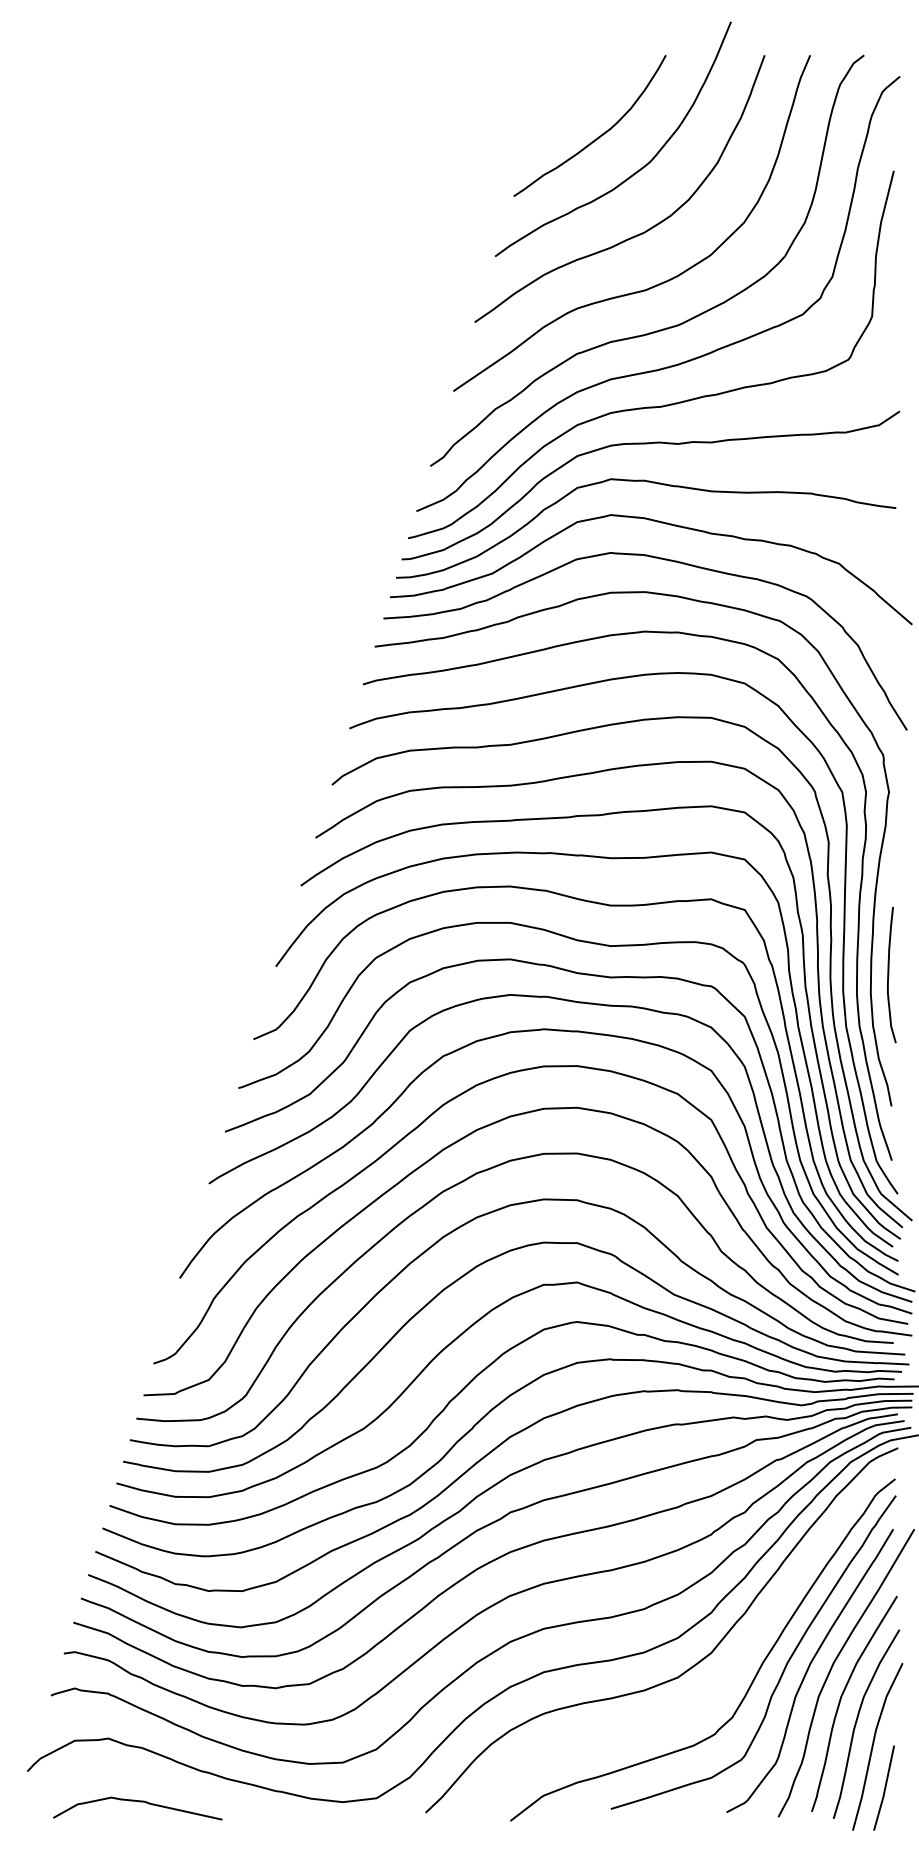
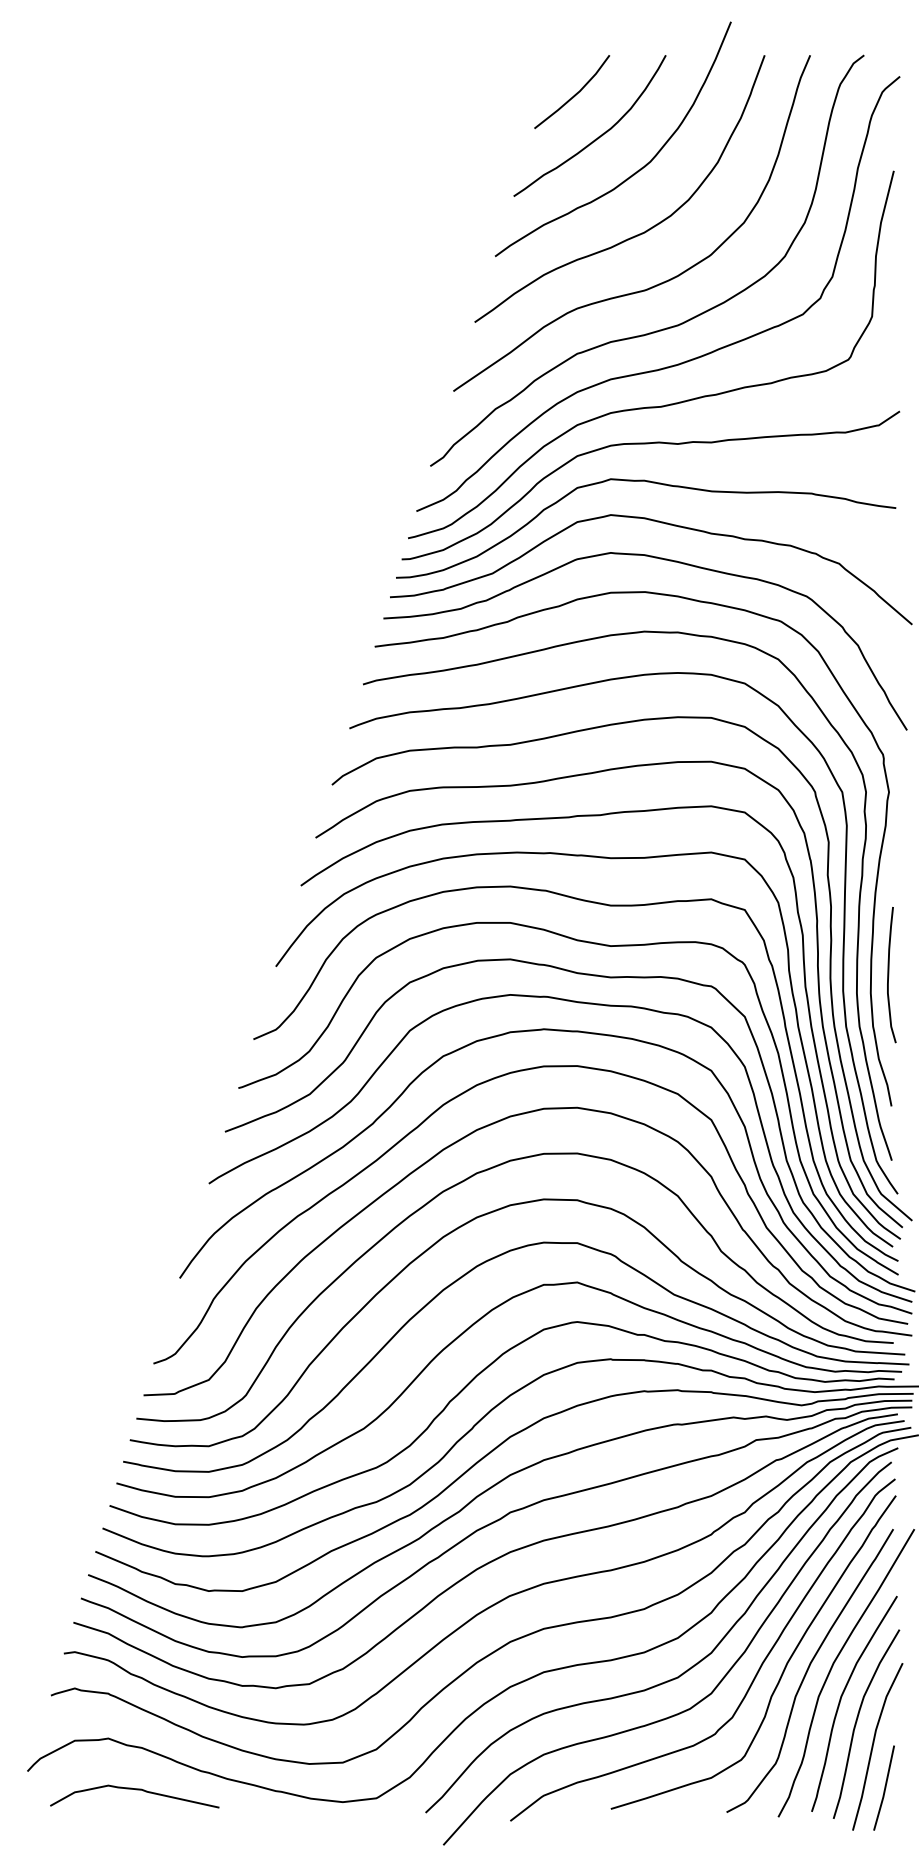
line at (574, 94): none -> present
curve at (699, 1700): none -> present
curve at (138, 1802) position: (138, 1802) -> (135, 1790)
